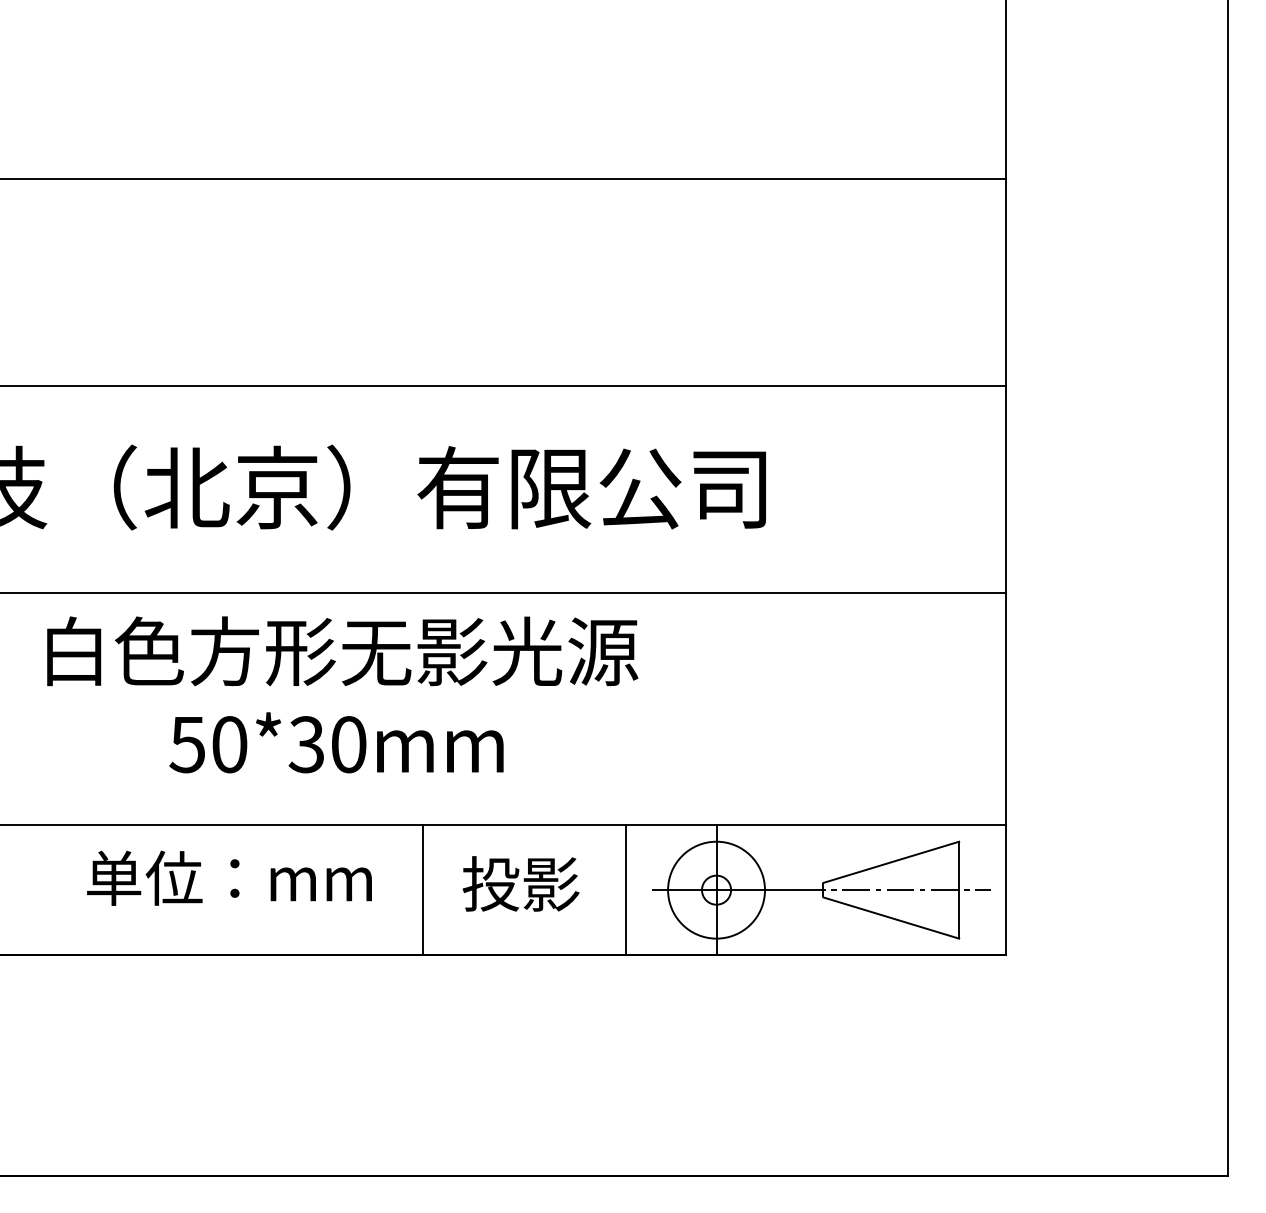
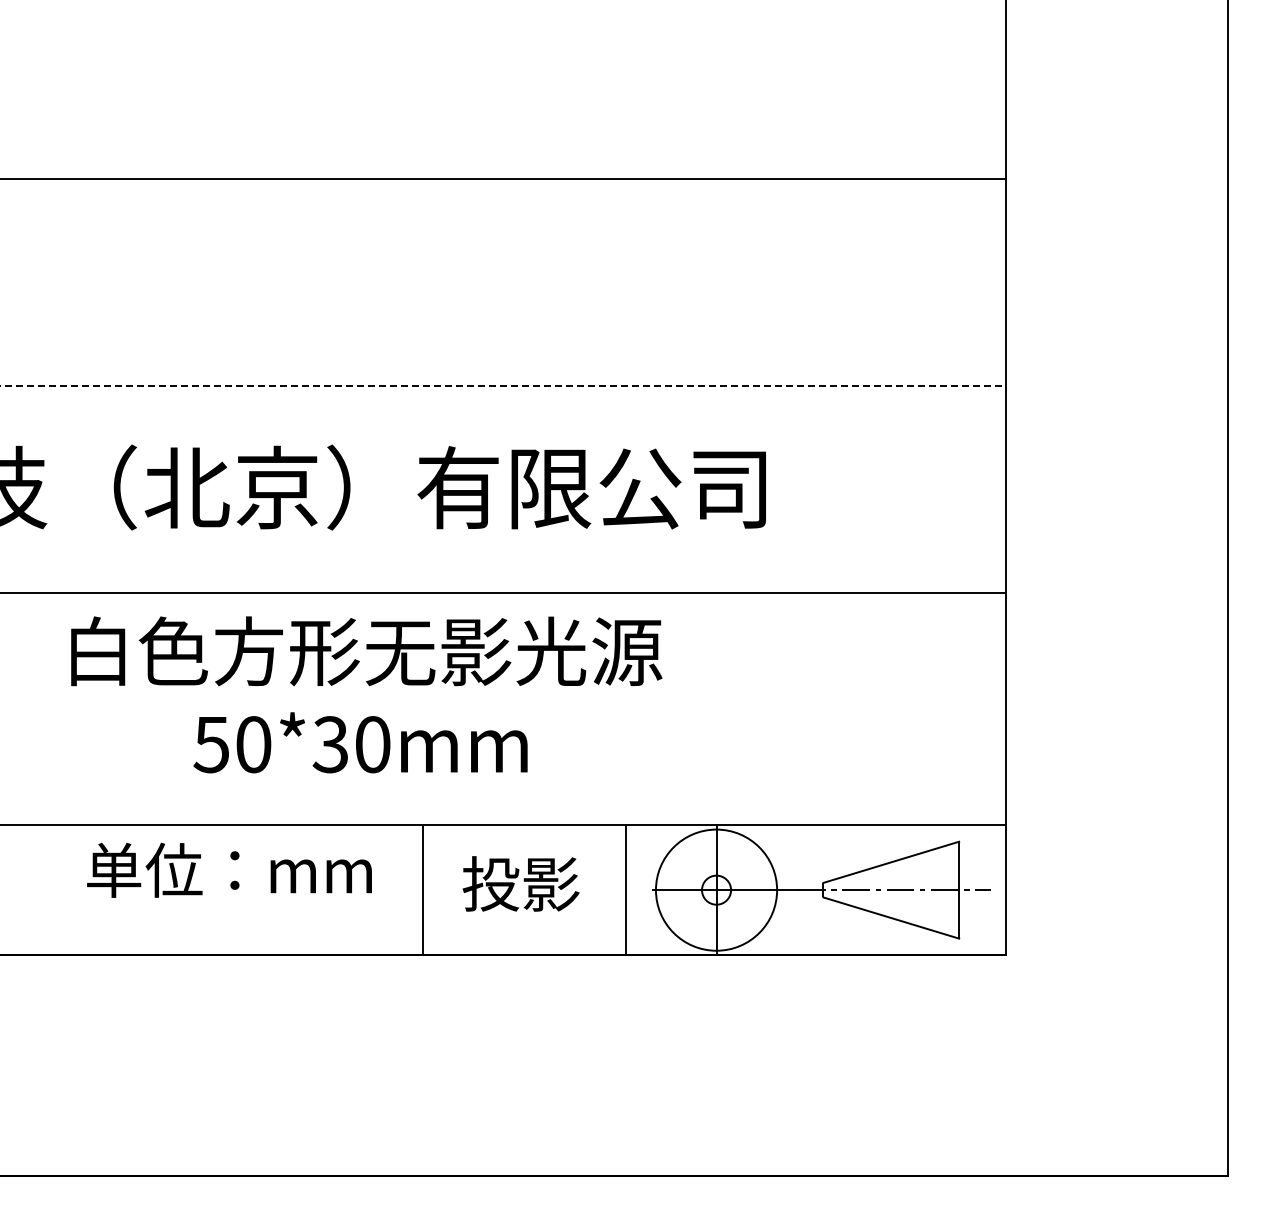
line at (503, 386): solid -> dashed
text at (342, 694) position: (342, 694) -> (366, 694)
text at (229, 877) position: (229, 877) -> (229, 869)
circle at (716, 889) diameter: 97 px -> 121 px
